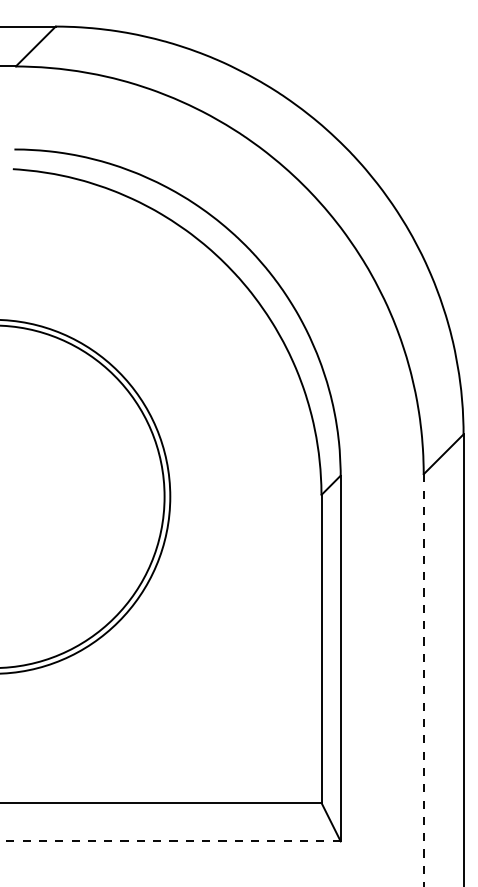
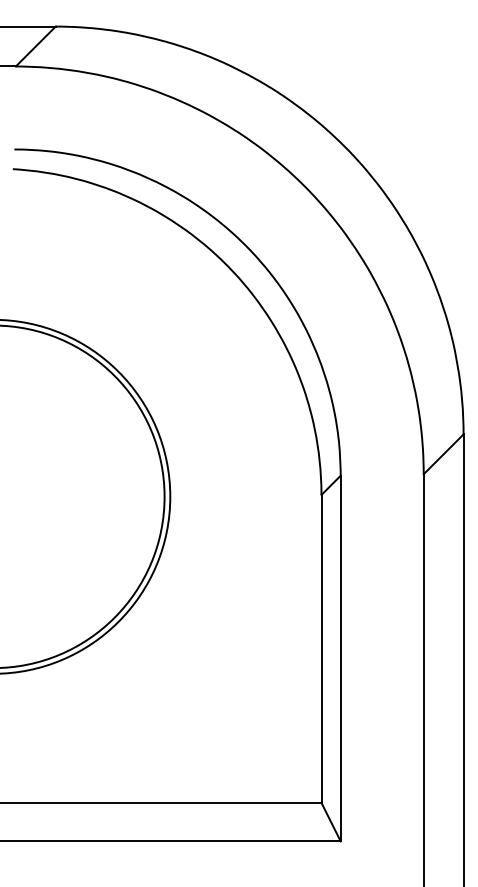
line at (423, 680): dashed -> solid
line at (170, 841): dashed -> solid
